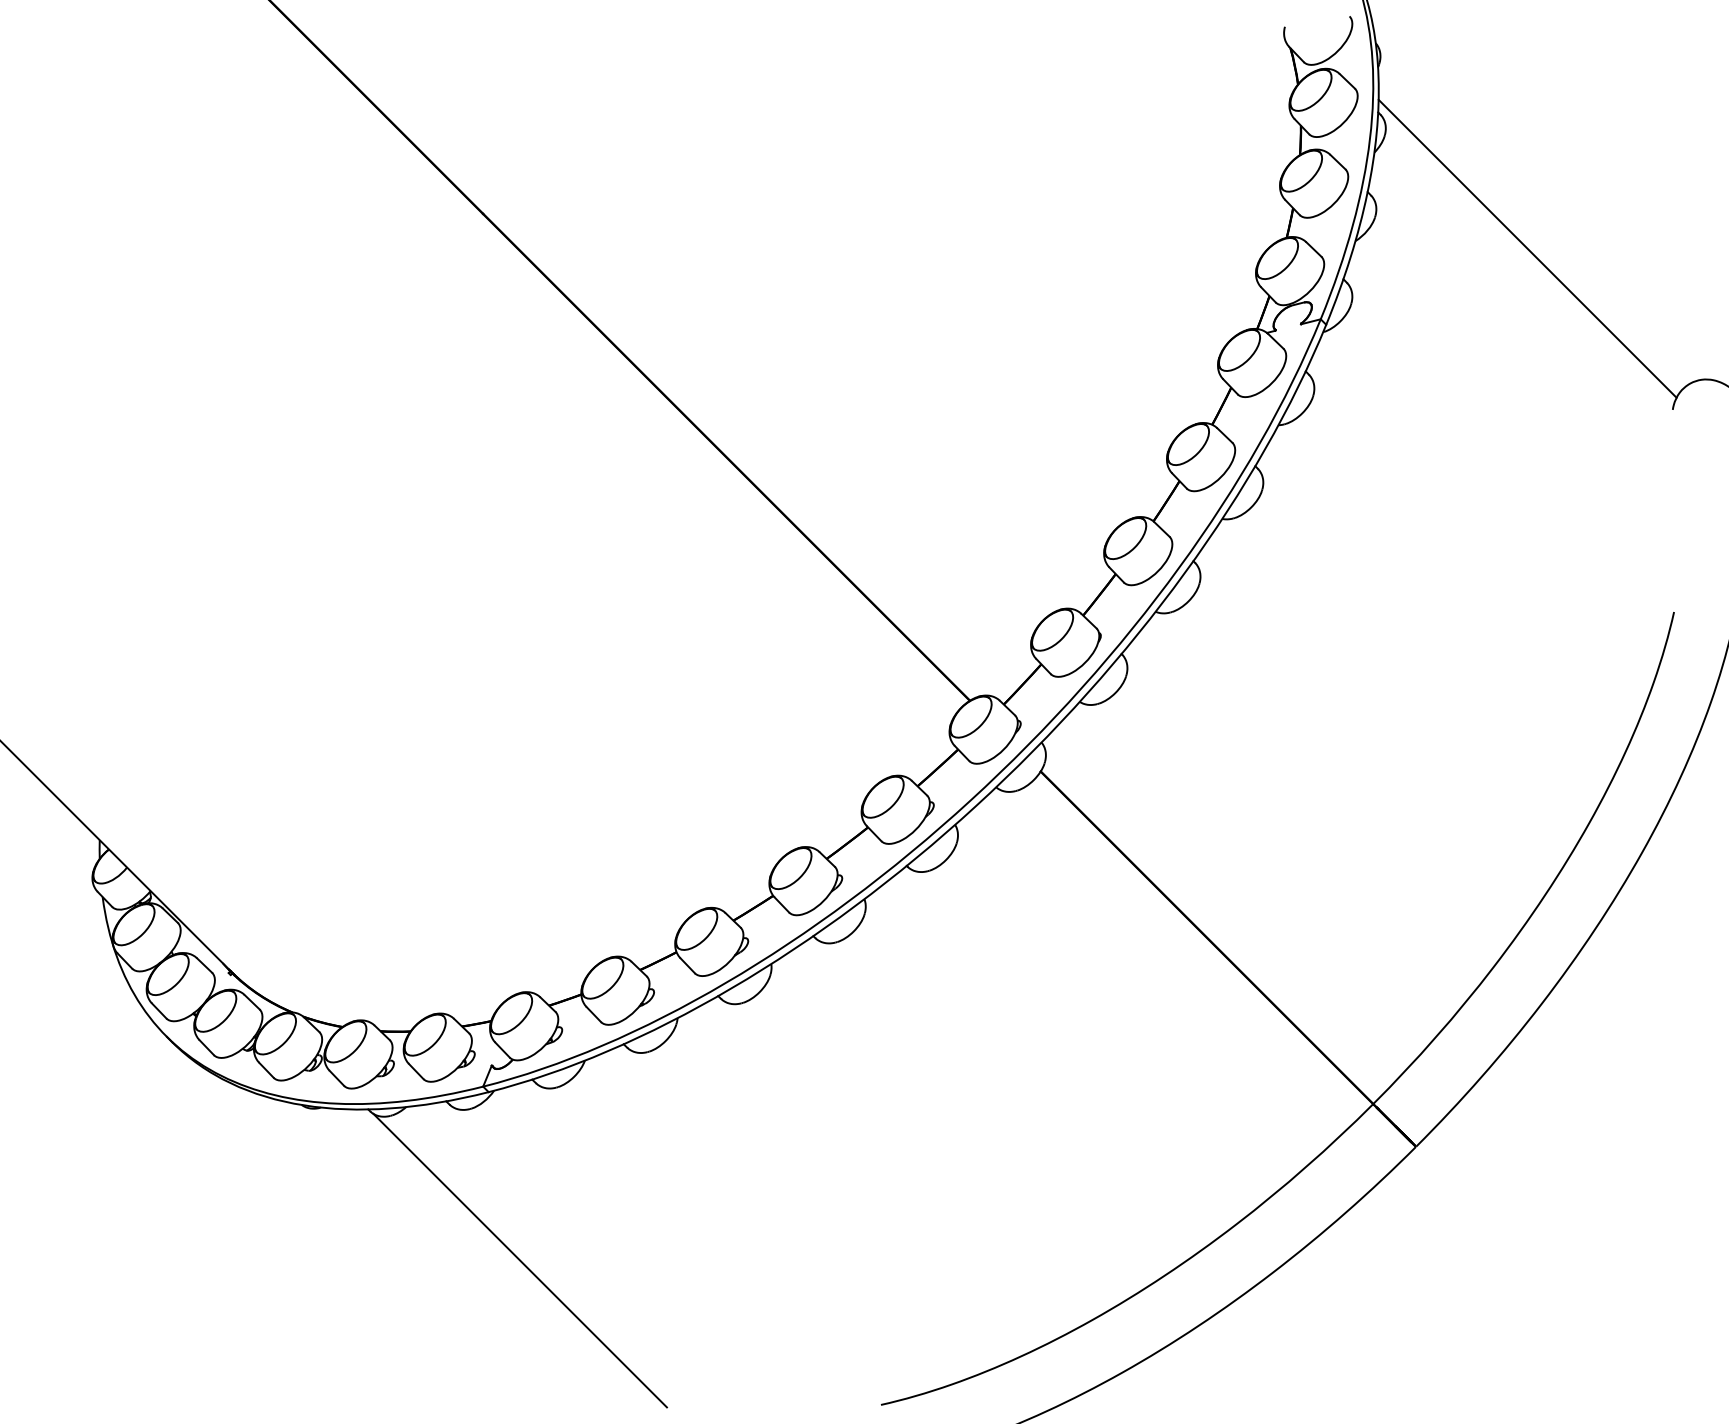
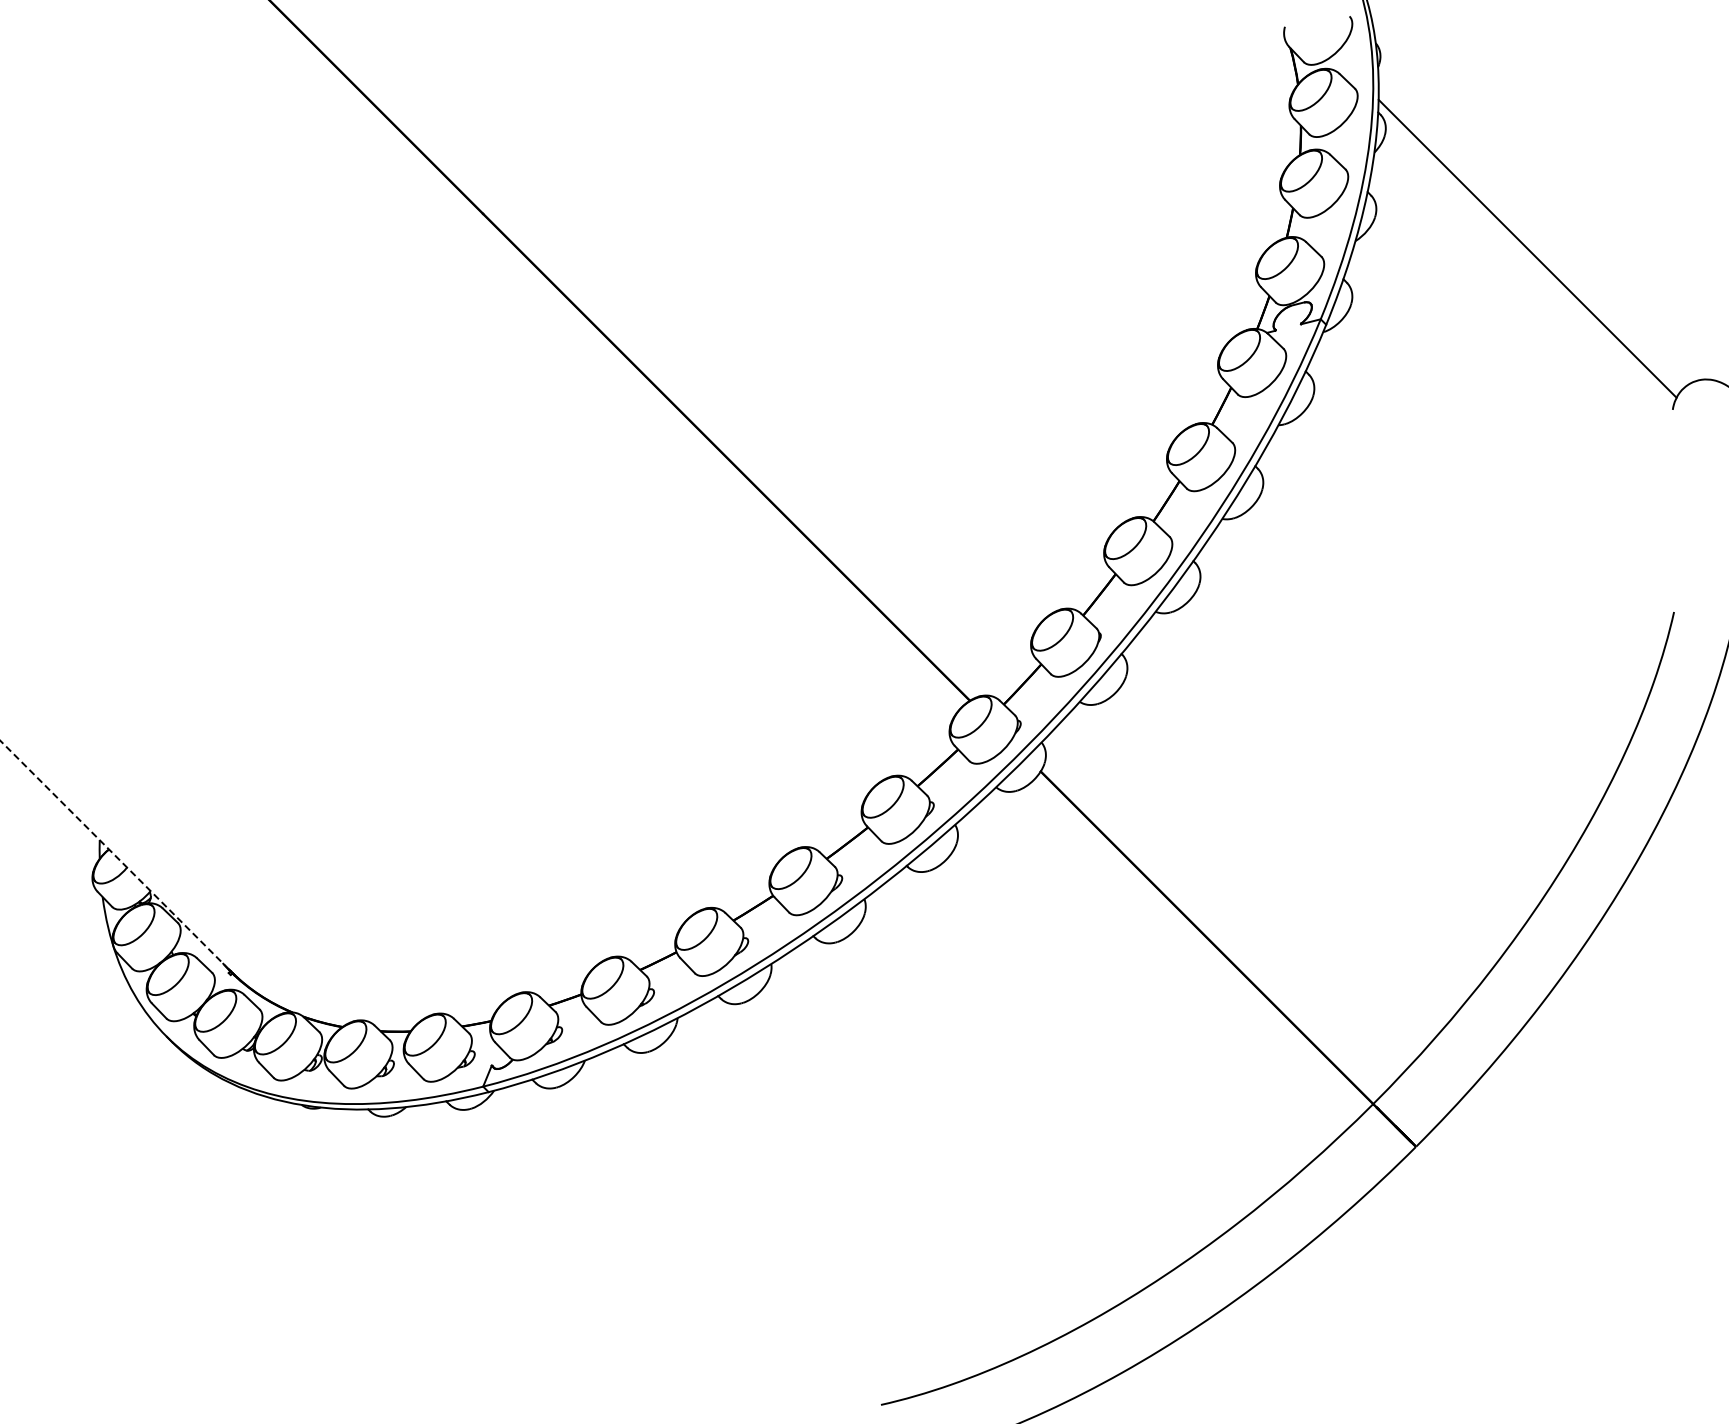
line at (114, 854): solid -> dashed
line at (519, 1260): present -> none
